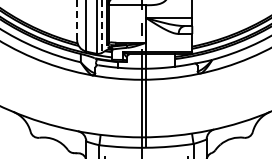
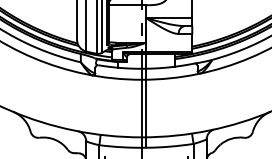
line at (77, 20): dashed -> solid
line at (102, 26): dashed -> solid
